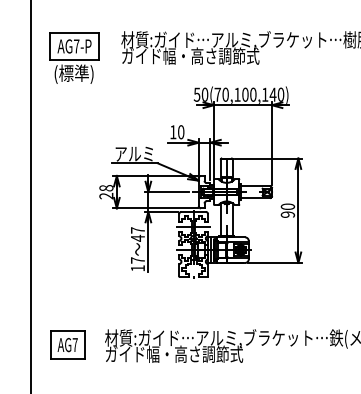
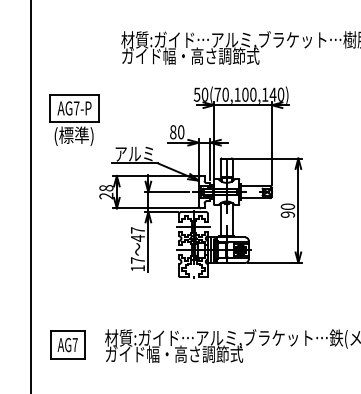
part at (74, 57) position: (74, 57) -> (74, 119)
text at (173, 132): 10 -> 80
